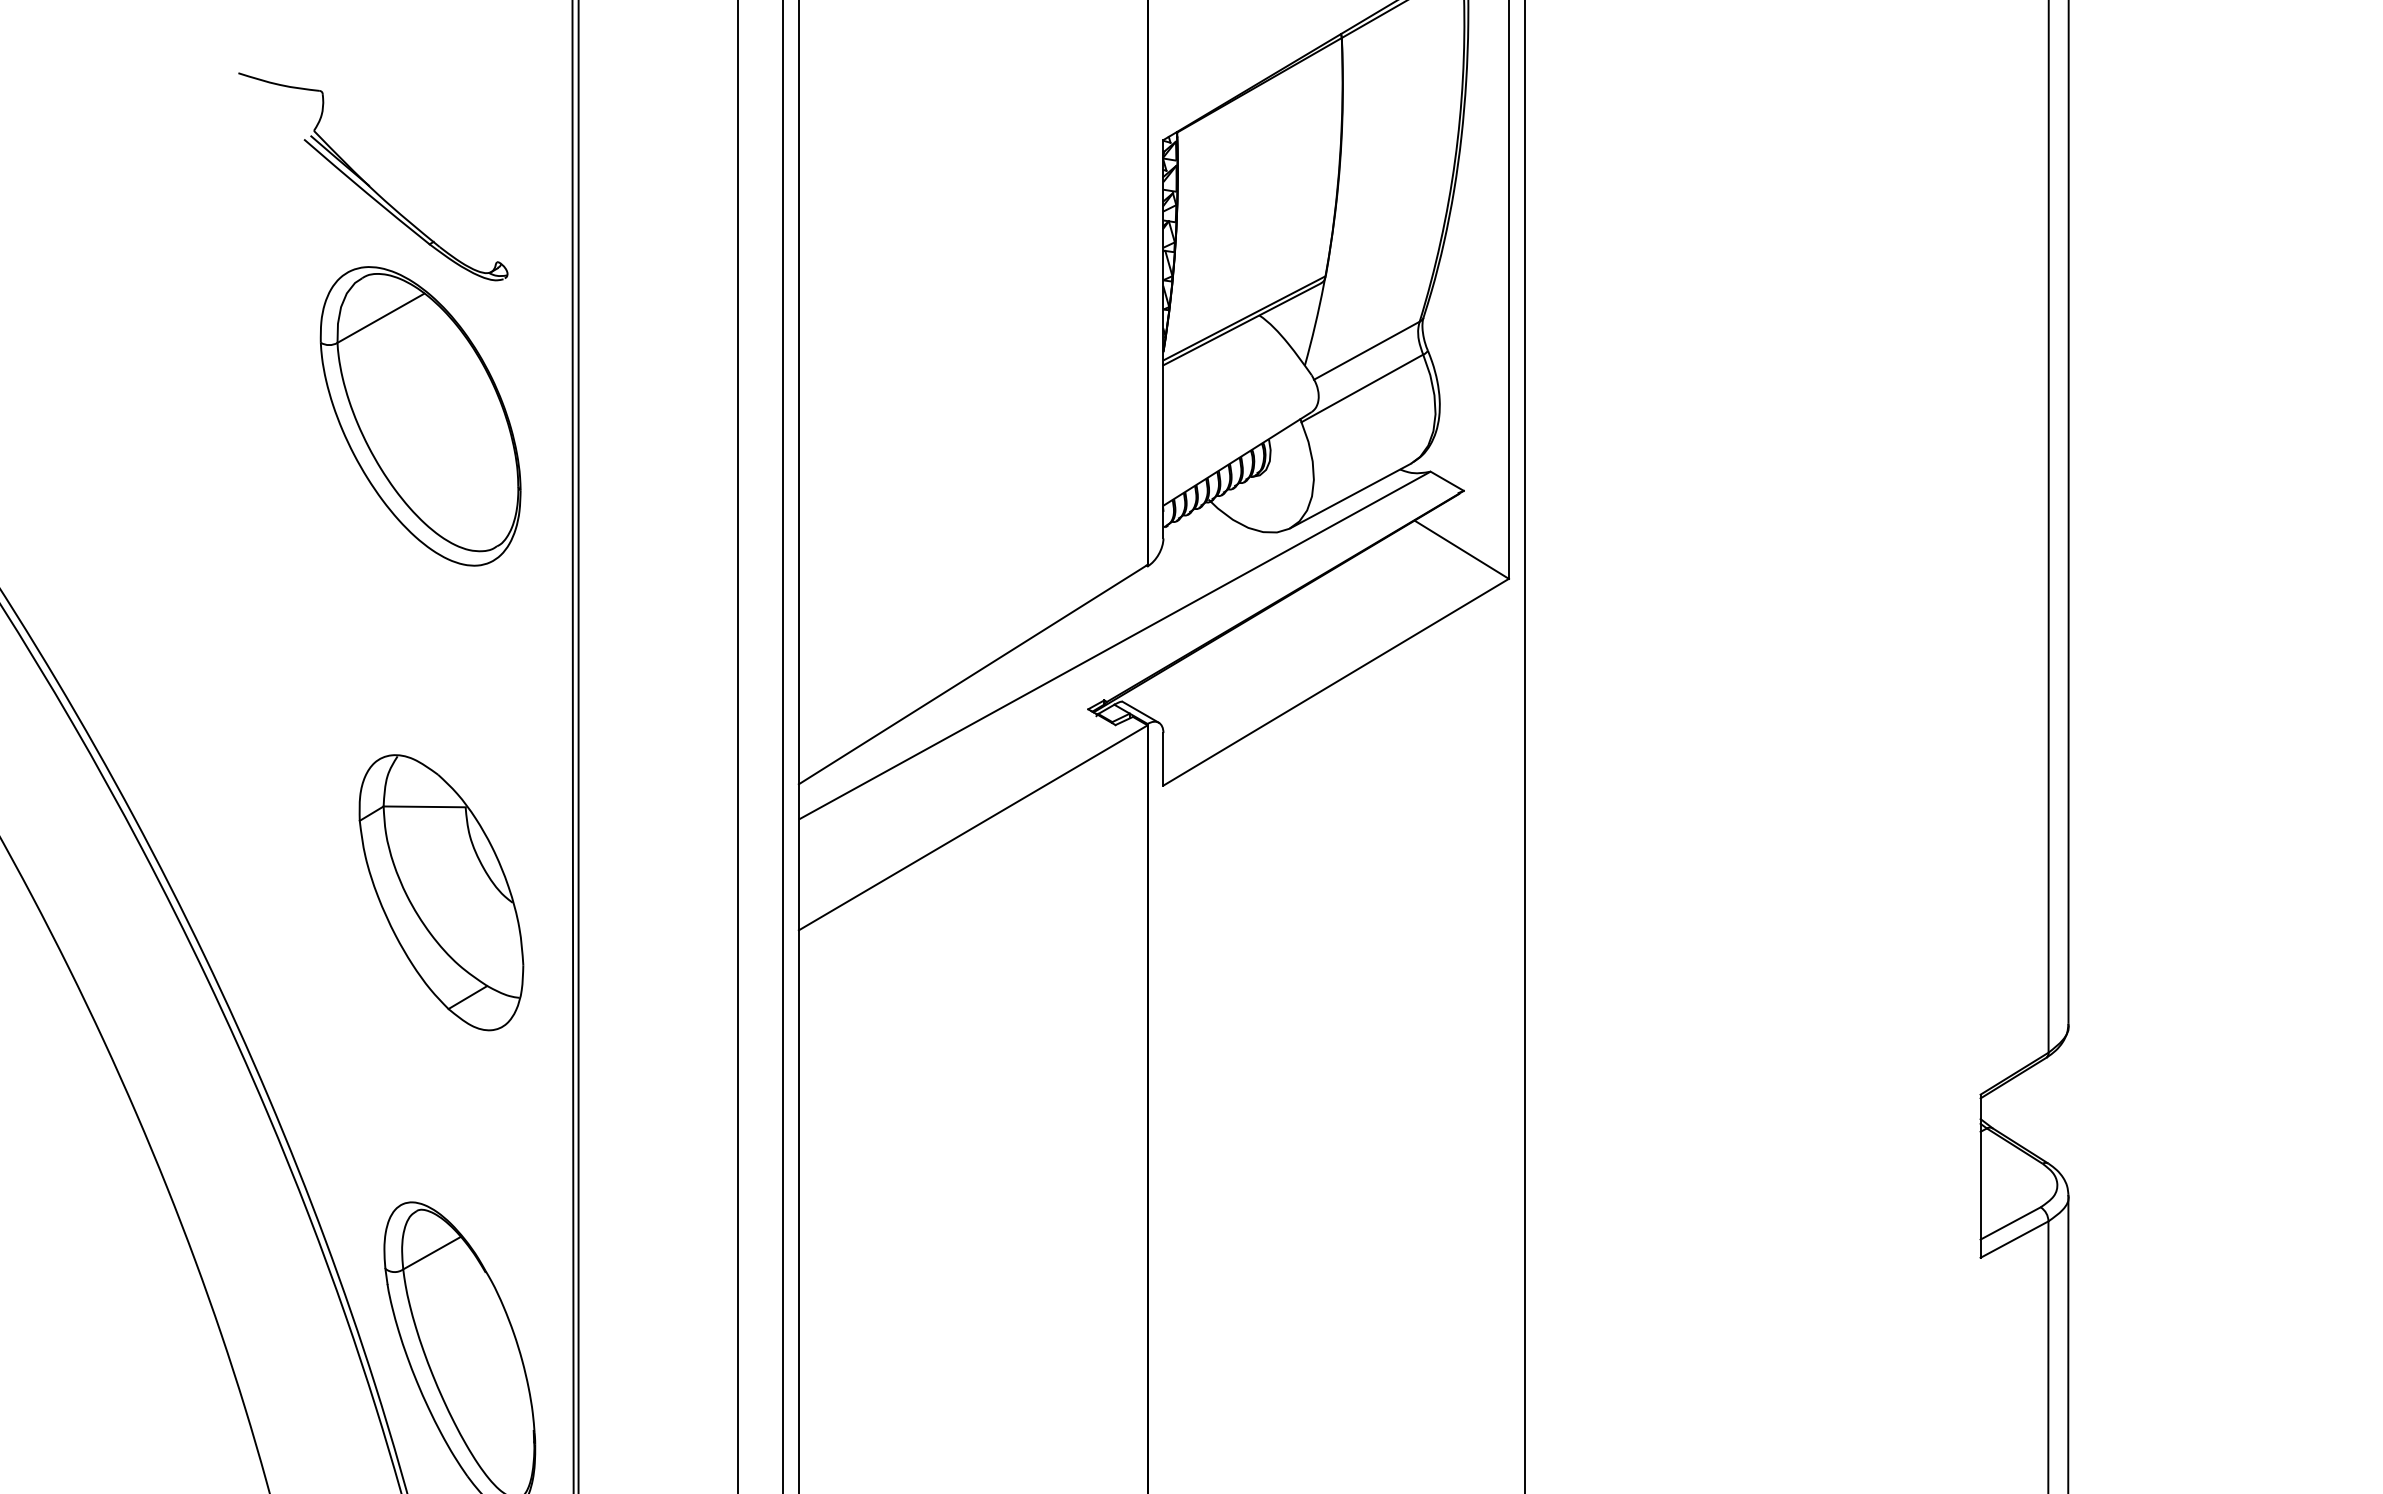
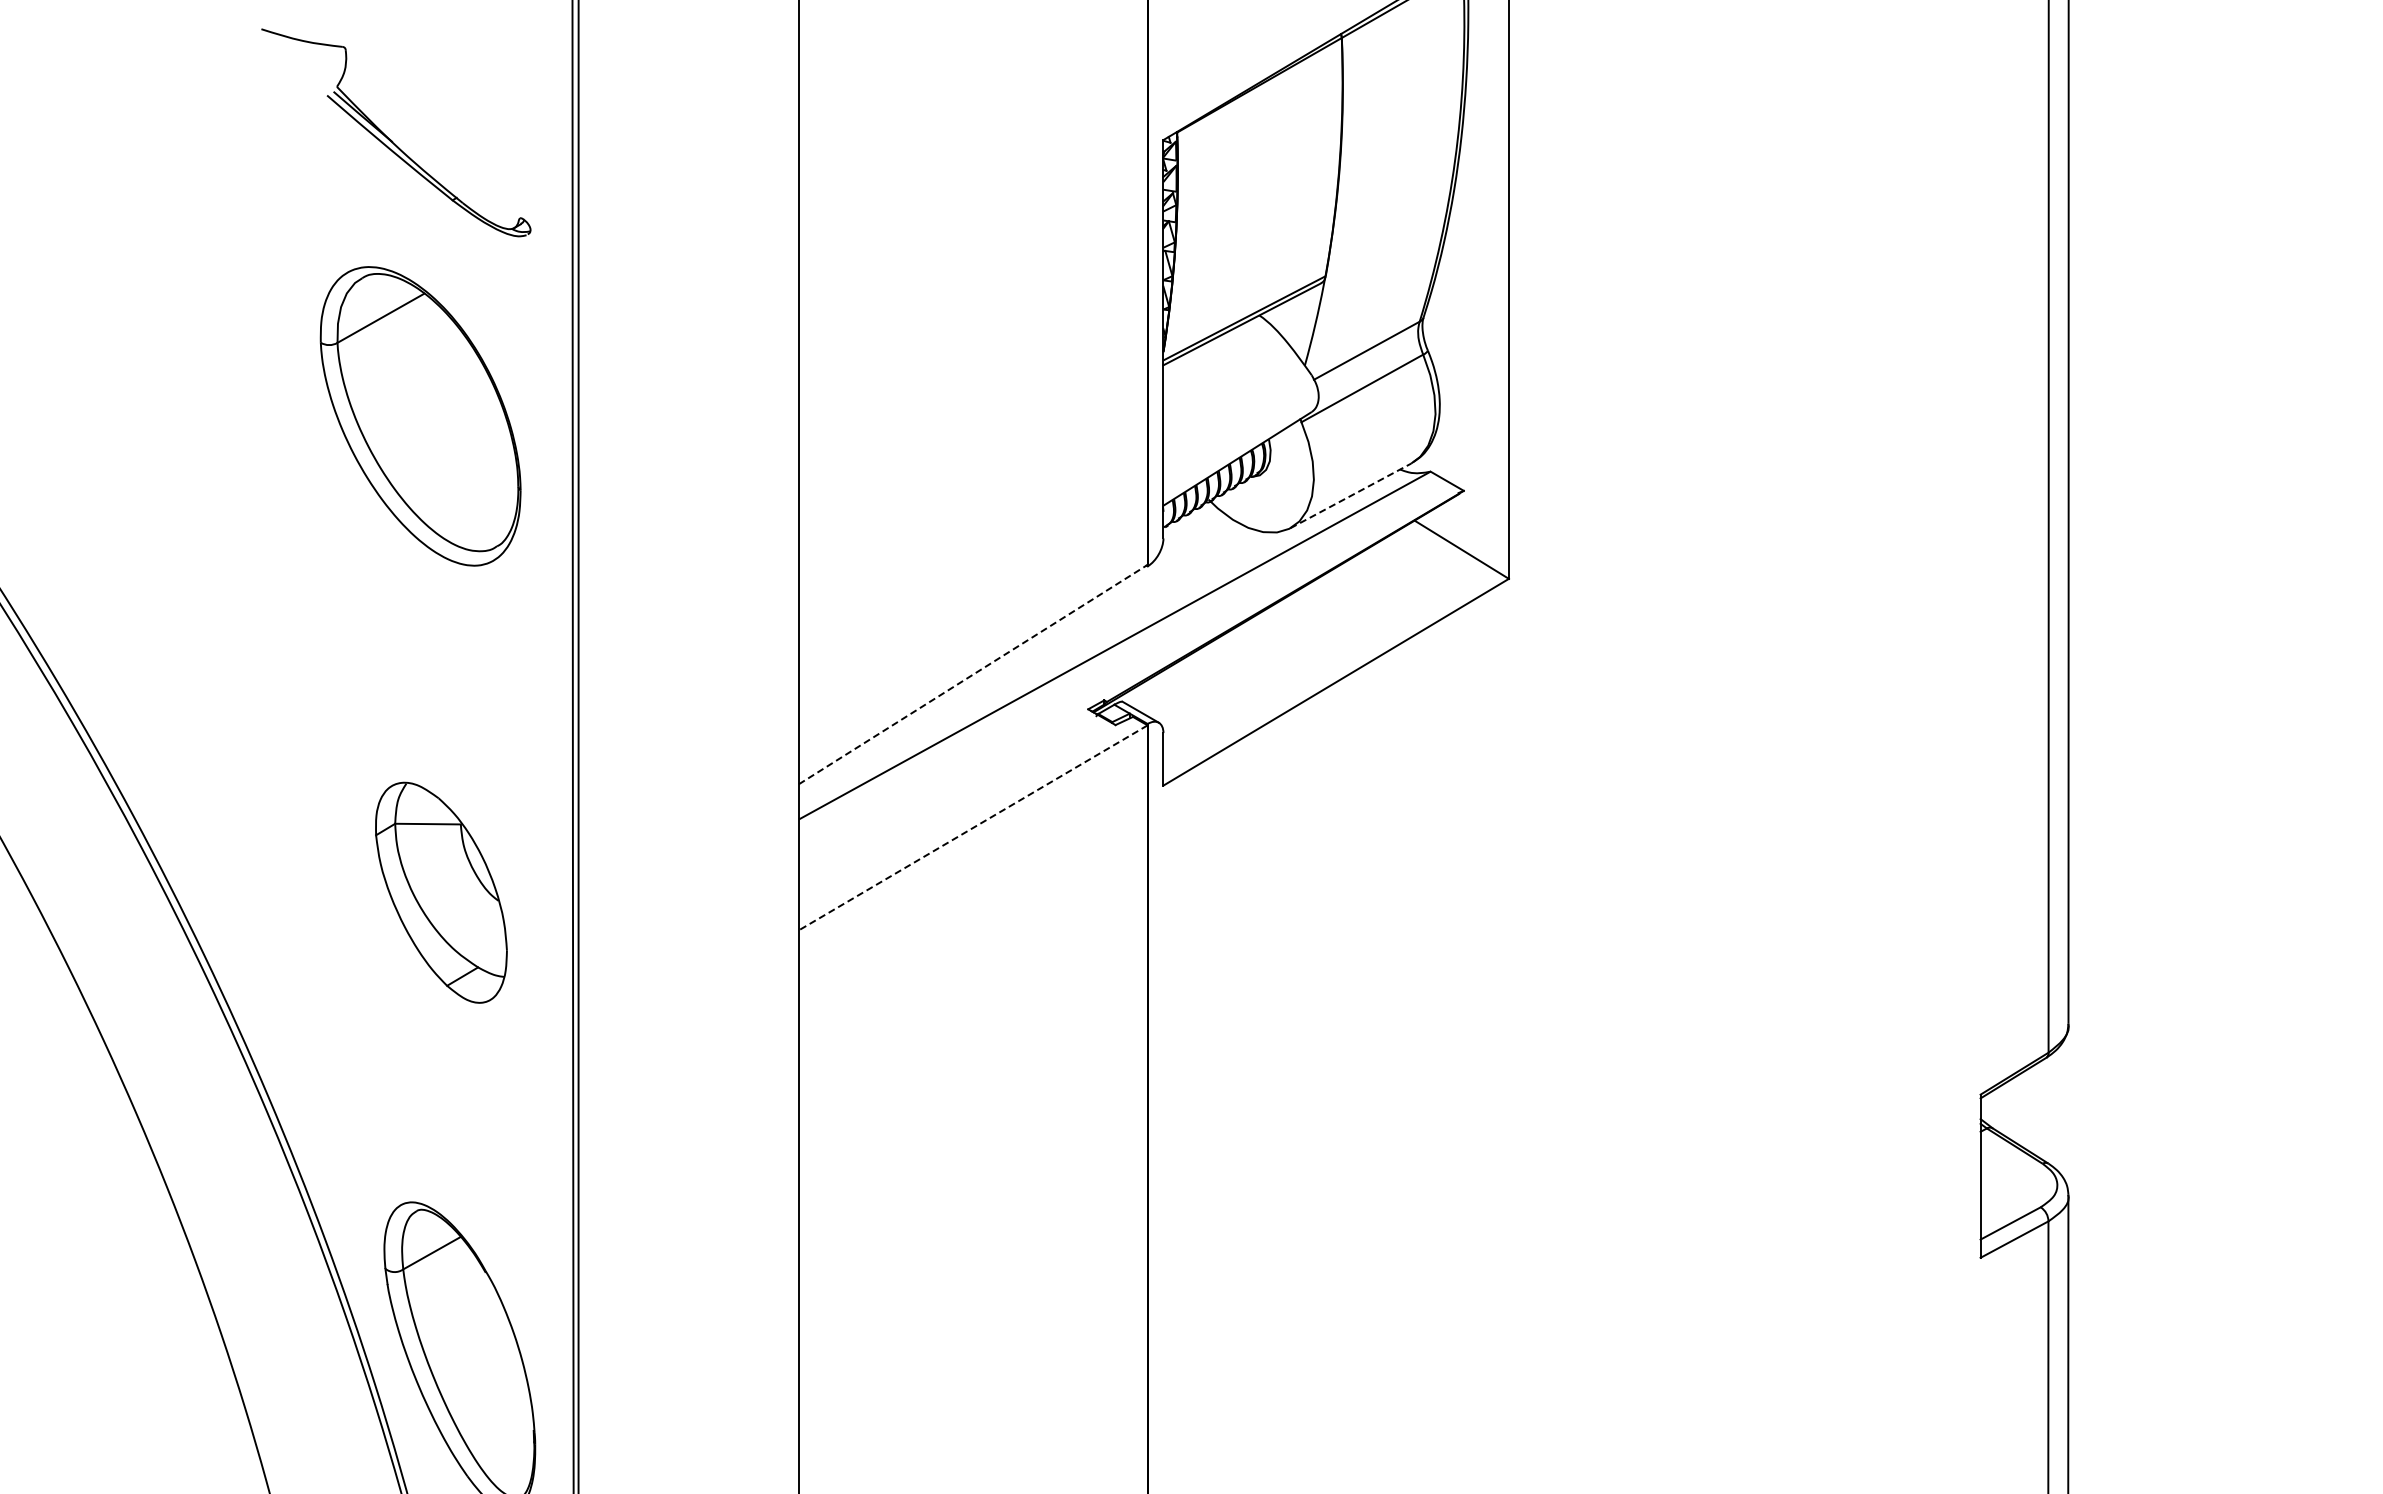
part at (368, 183) position: (368, 183) -> (391, 139)
line at (1351, 495): solid -> dashed
line at (973, 674): solid -> dashed
line at (737, 746): present -> none
line at (783, 746): present -> none
line at (1524, 746): present -> none
line at (972, 828): solid -> dashed
part at (441, 892) size: 167x278 px -> 133x223 px
